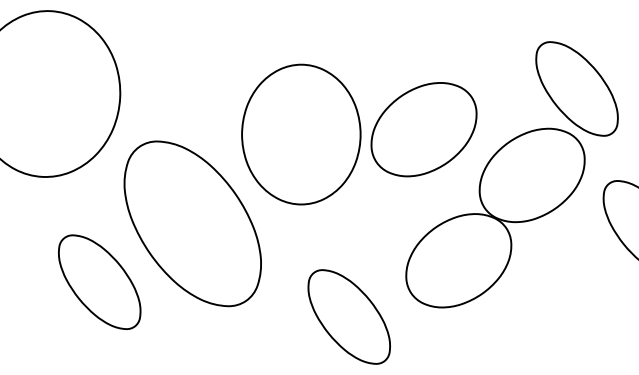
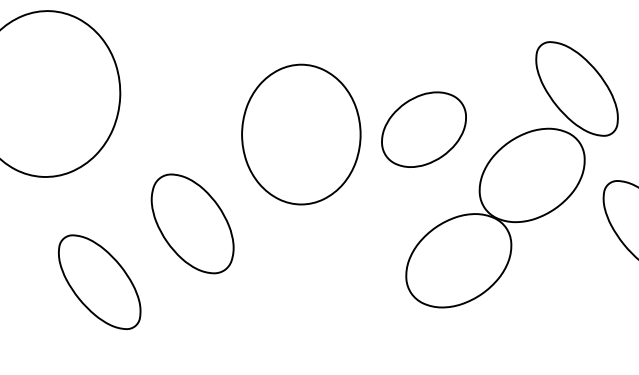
part at (423, 129) size: 108x96 px -> 86x77 px
part at (192, 223) size: 139x168 px -> 85x102 px
part at (348, 316): present -> none
